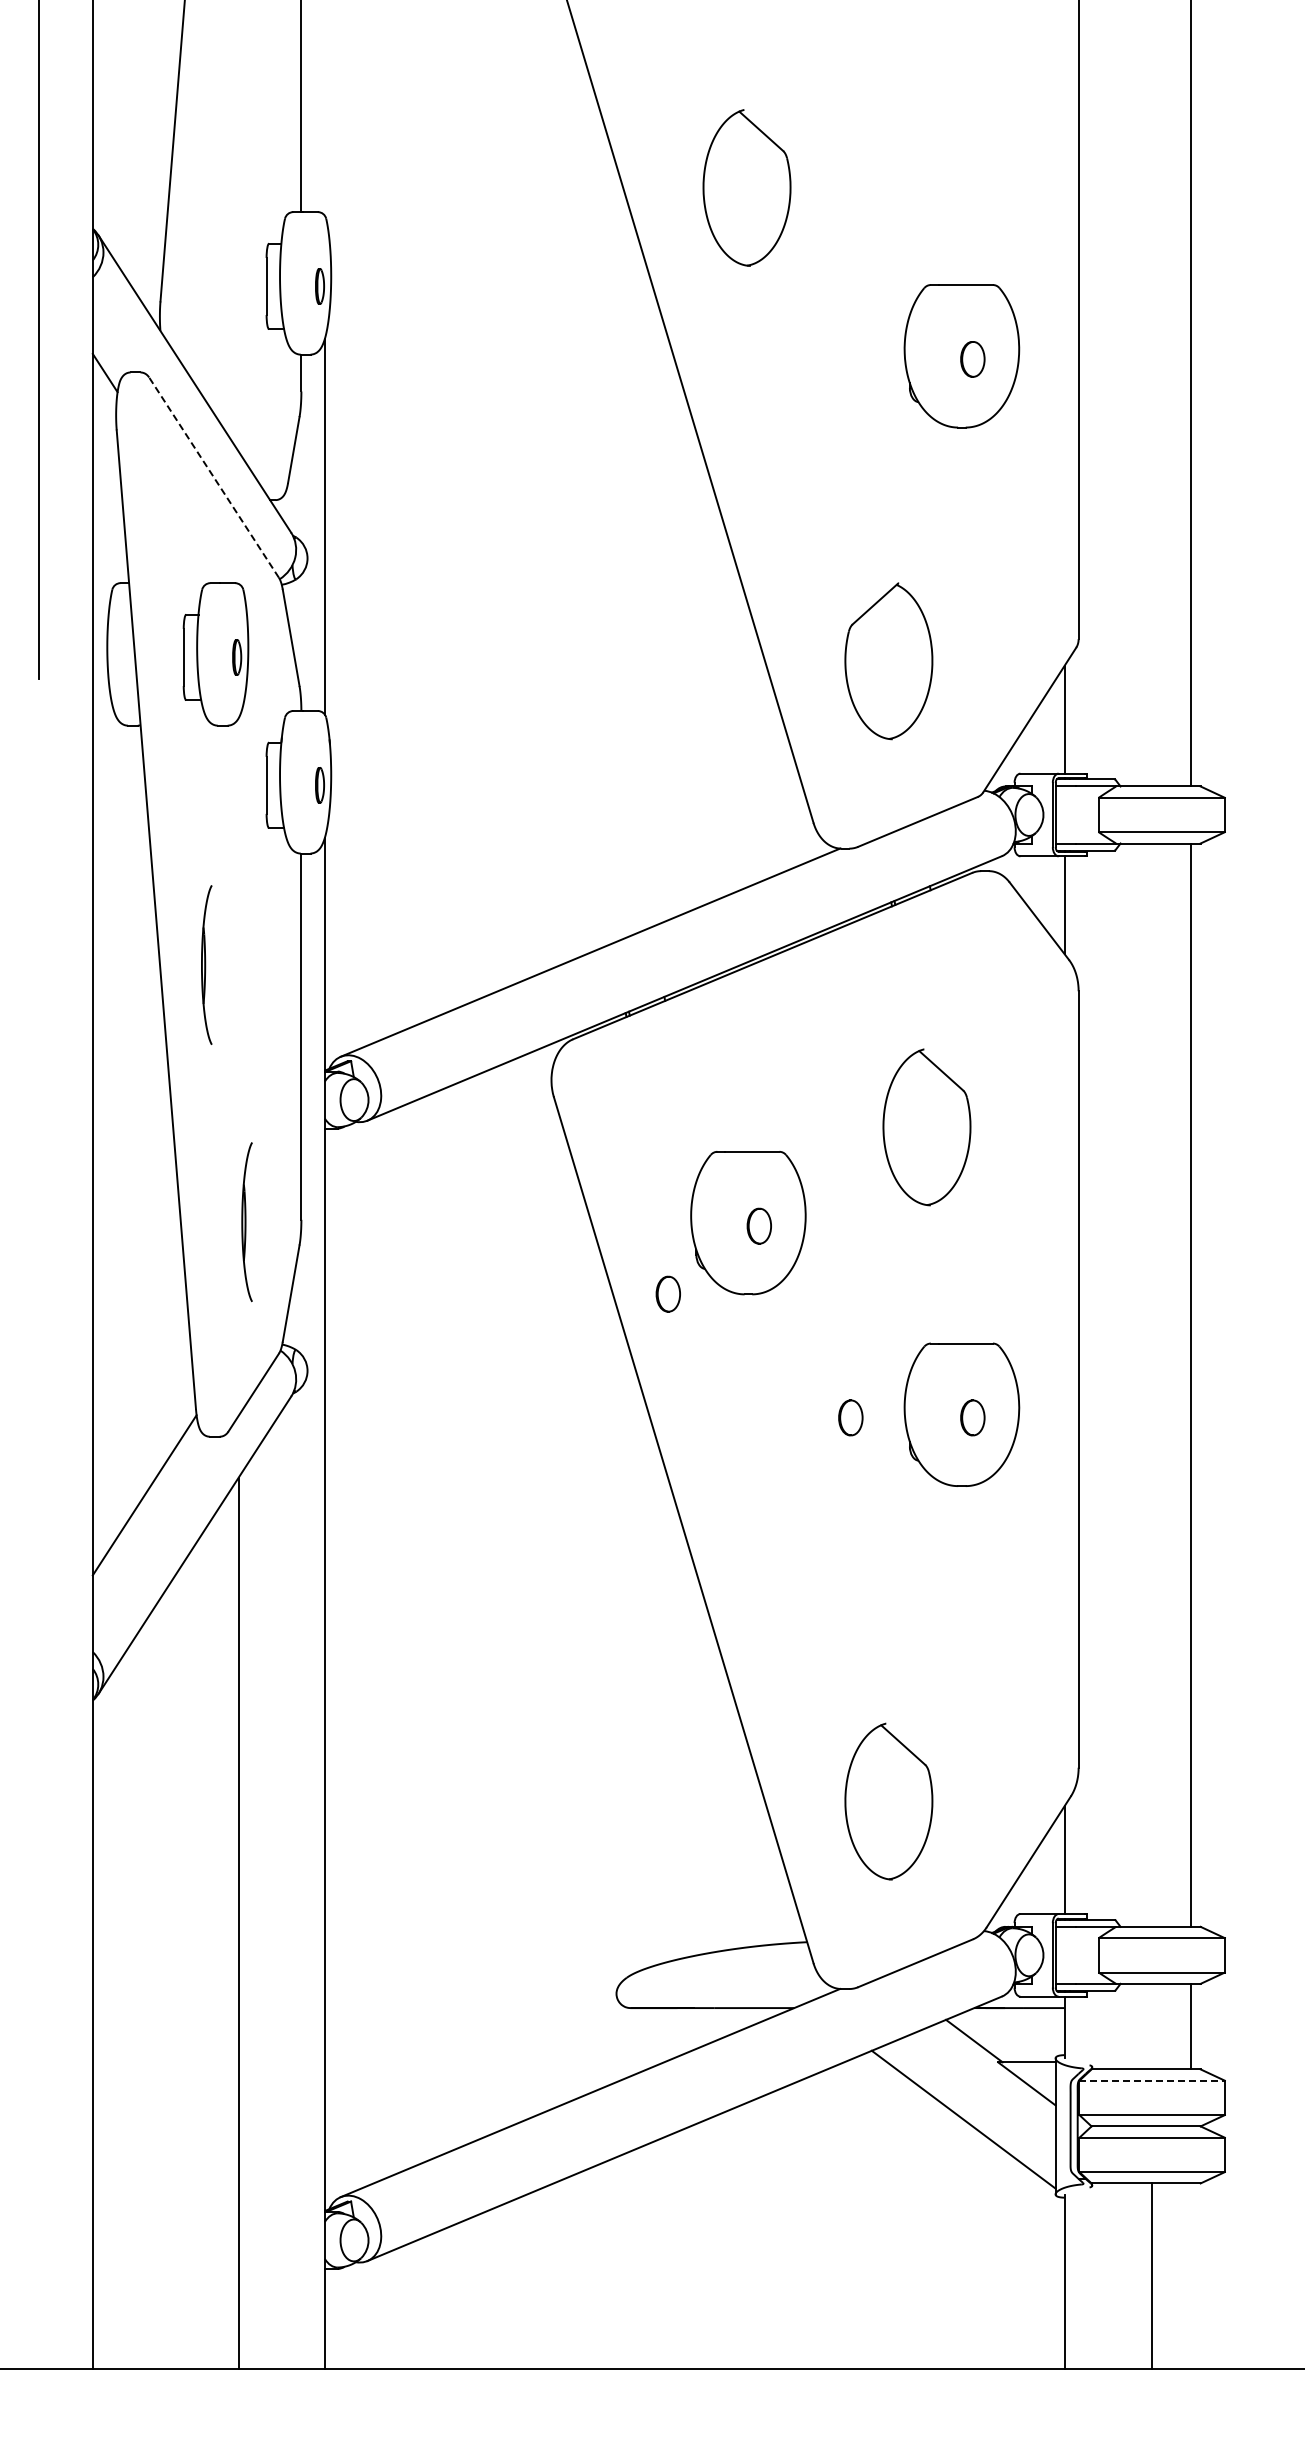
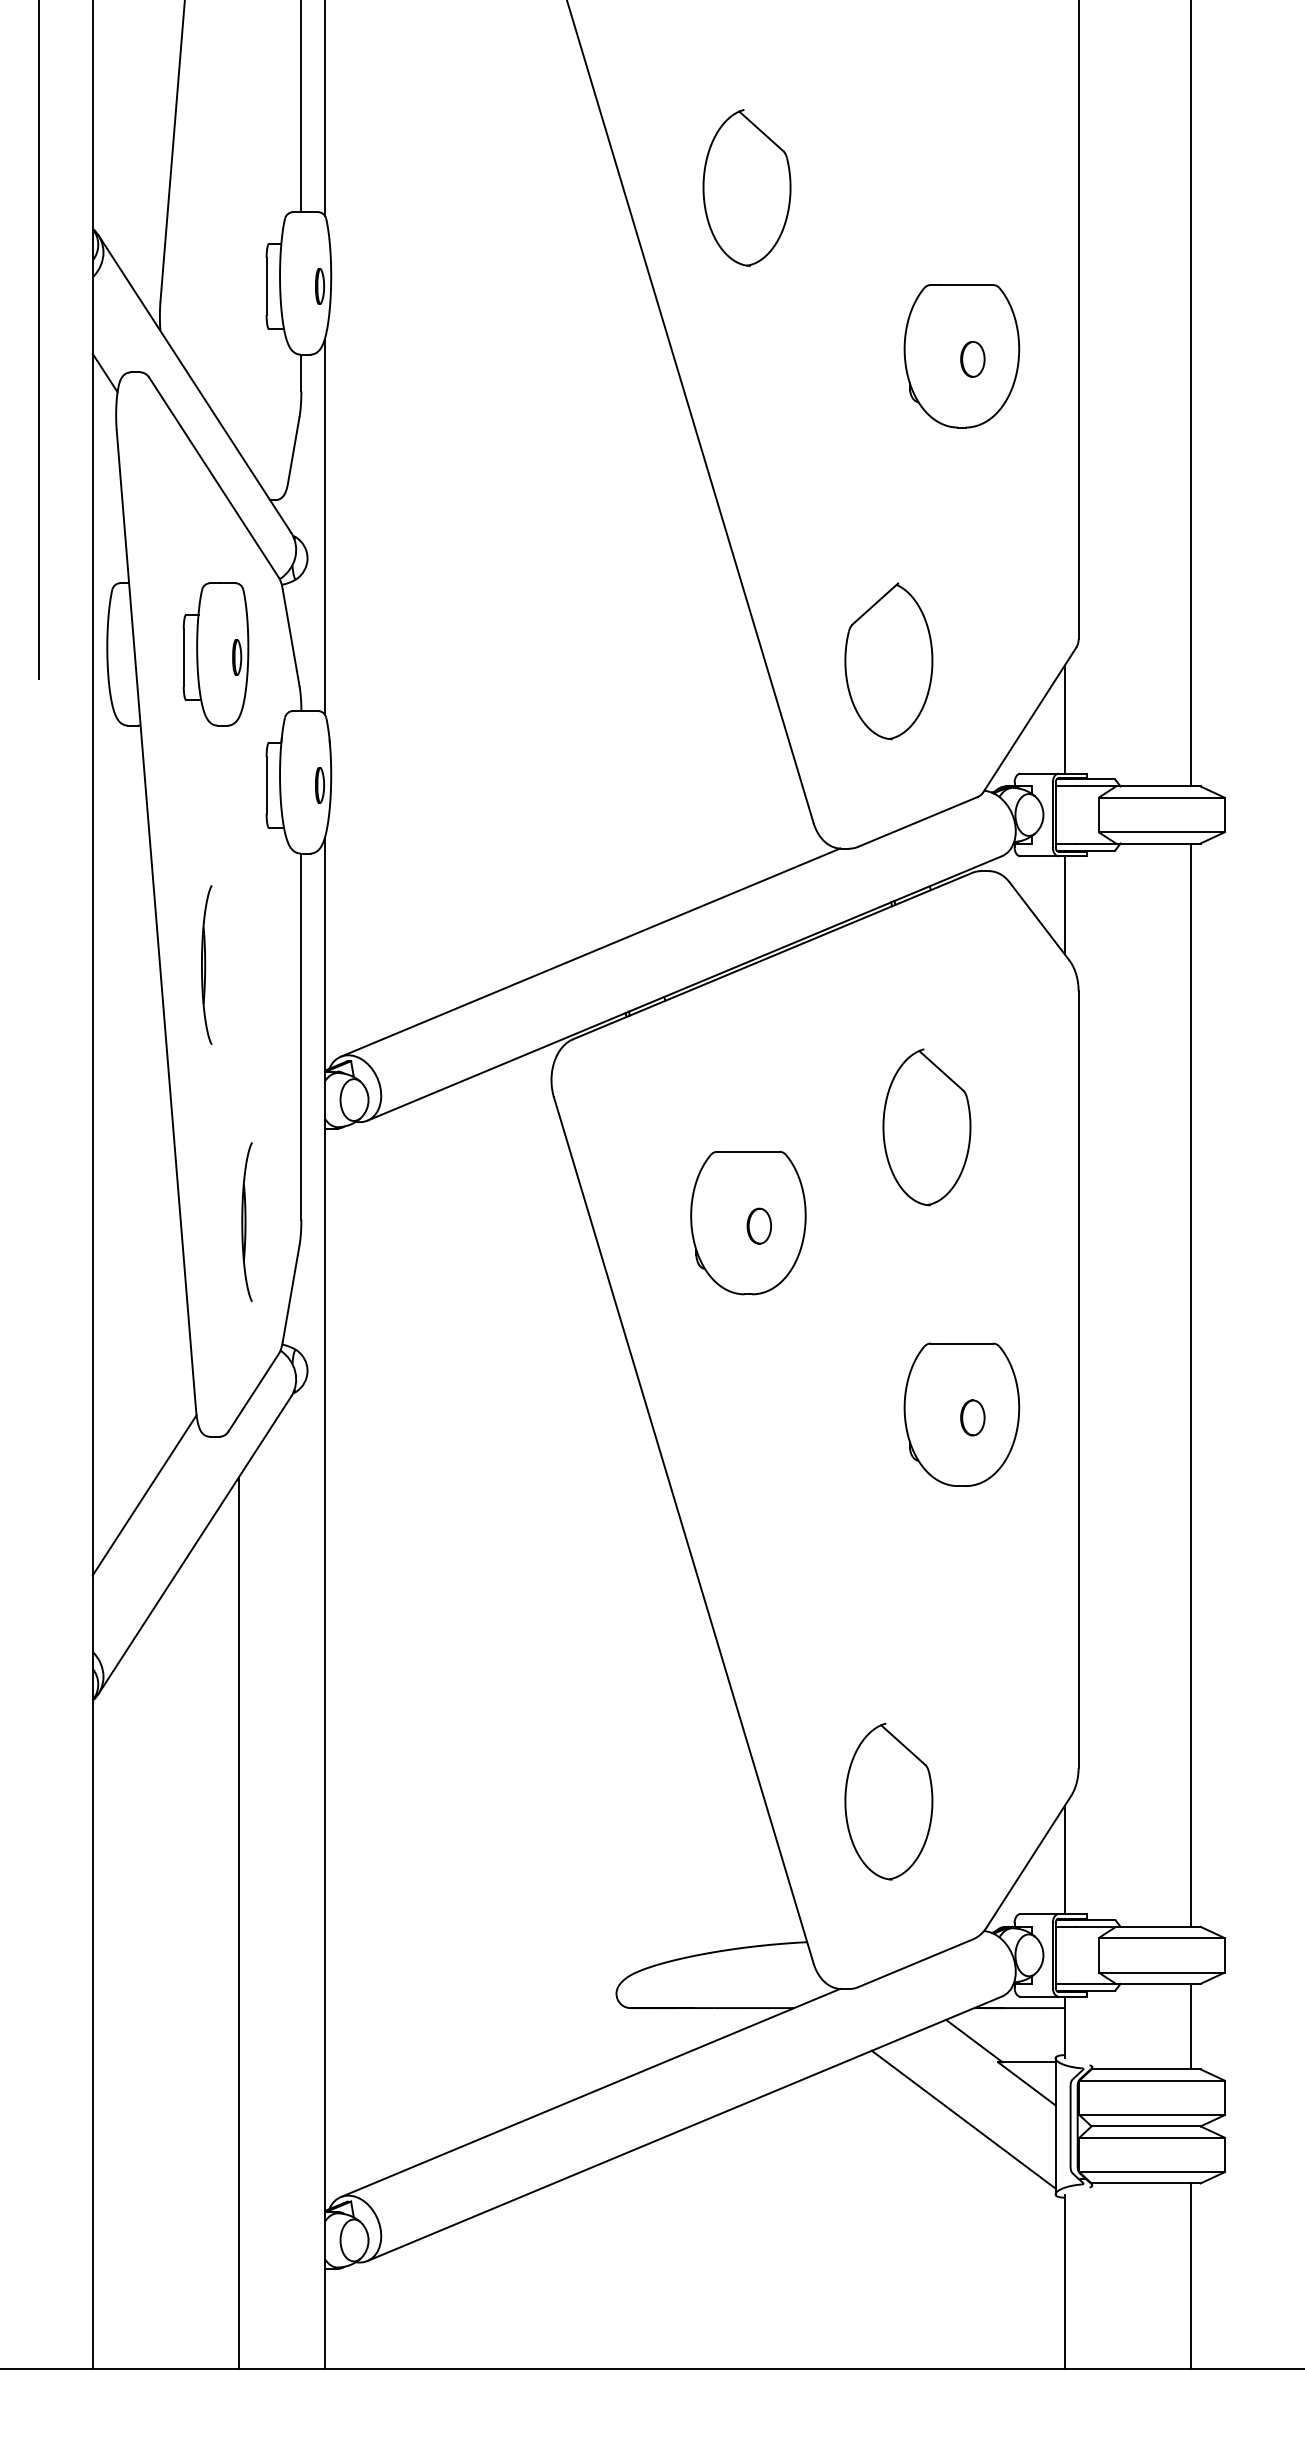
line at (324, 108): none -> present
line at (213, 477): dashed -> solid
part at (667, 1293): present -> none
part at (850, 1417): present -> none
line at (1152, 2080): dashed -> solid
line at (1152, 2275) position: (1152, 2275) -> (1191, 2275)
